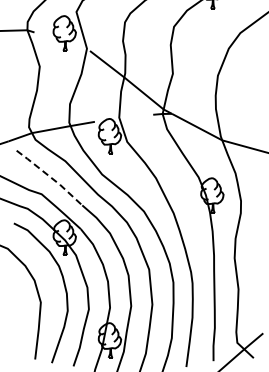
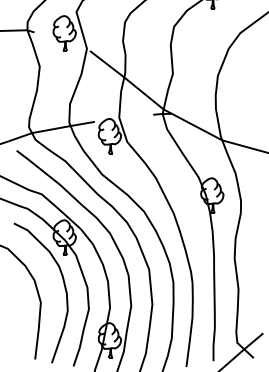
line at (50, 177): dashed -> solid
